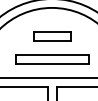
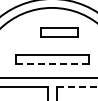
part at (52, 36) position: (52, 36) -> (59, 32)
line at (52, 63): solid -> dashed
line at (77, 86): solid -> dashed
